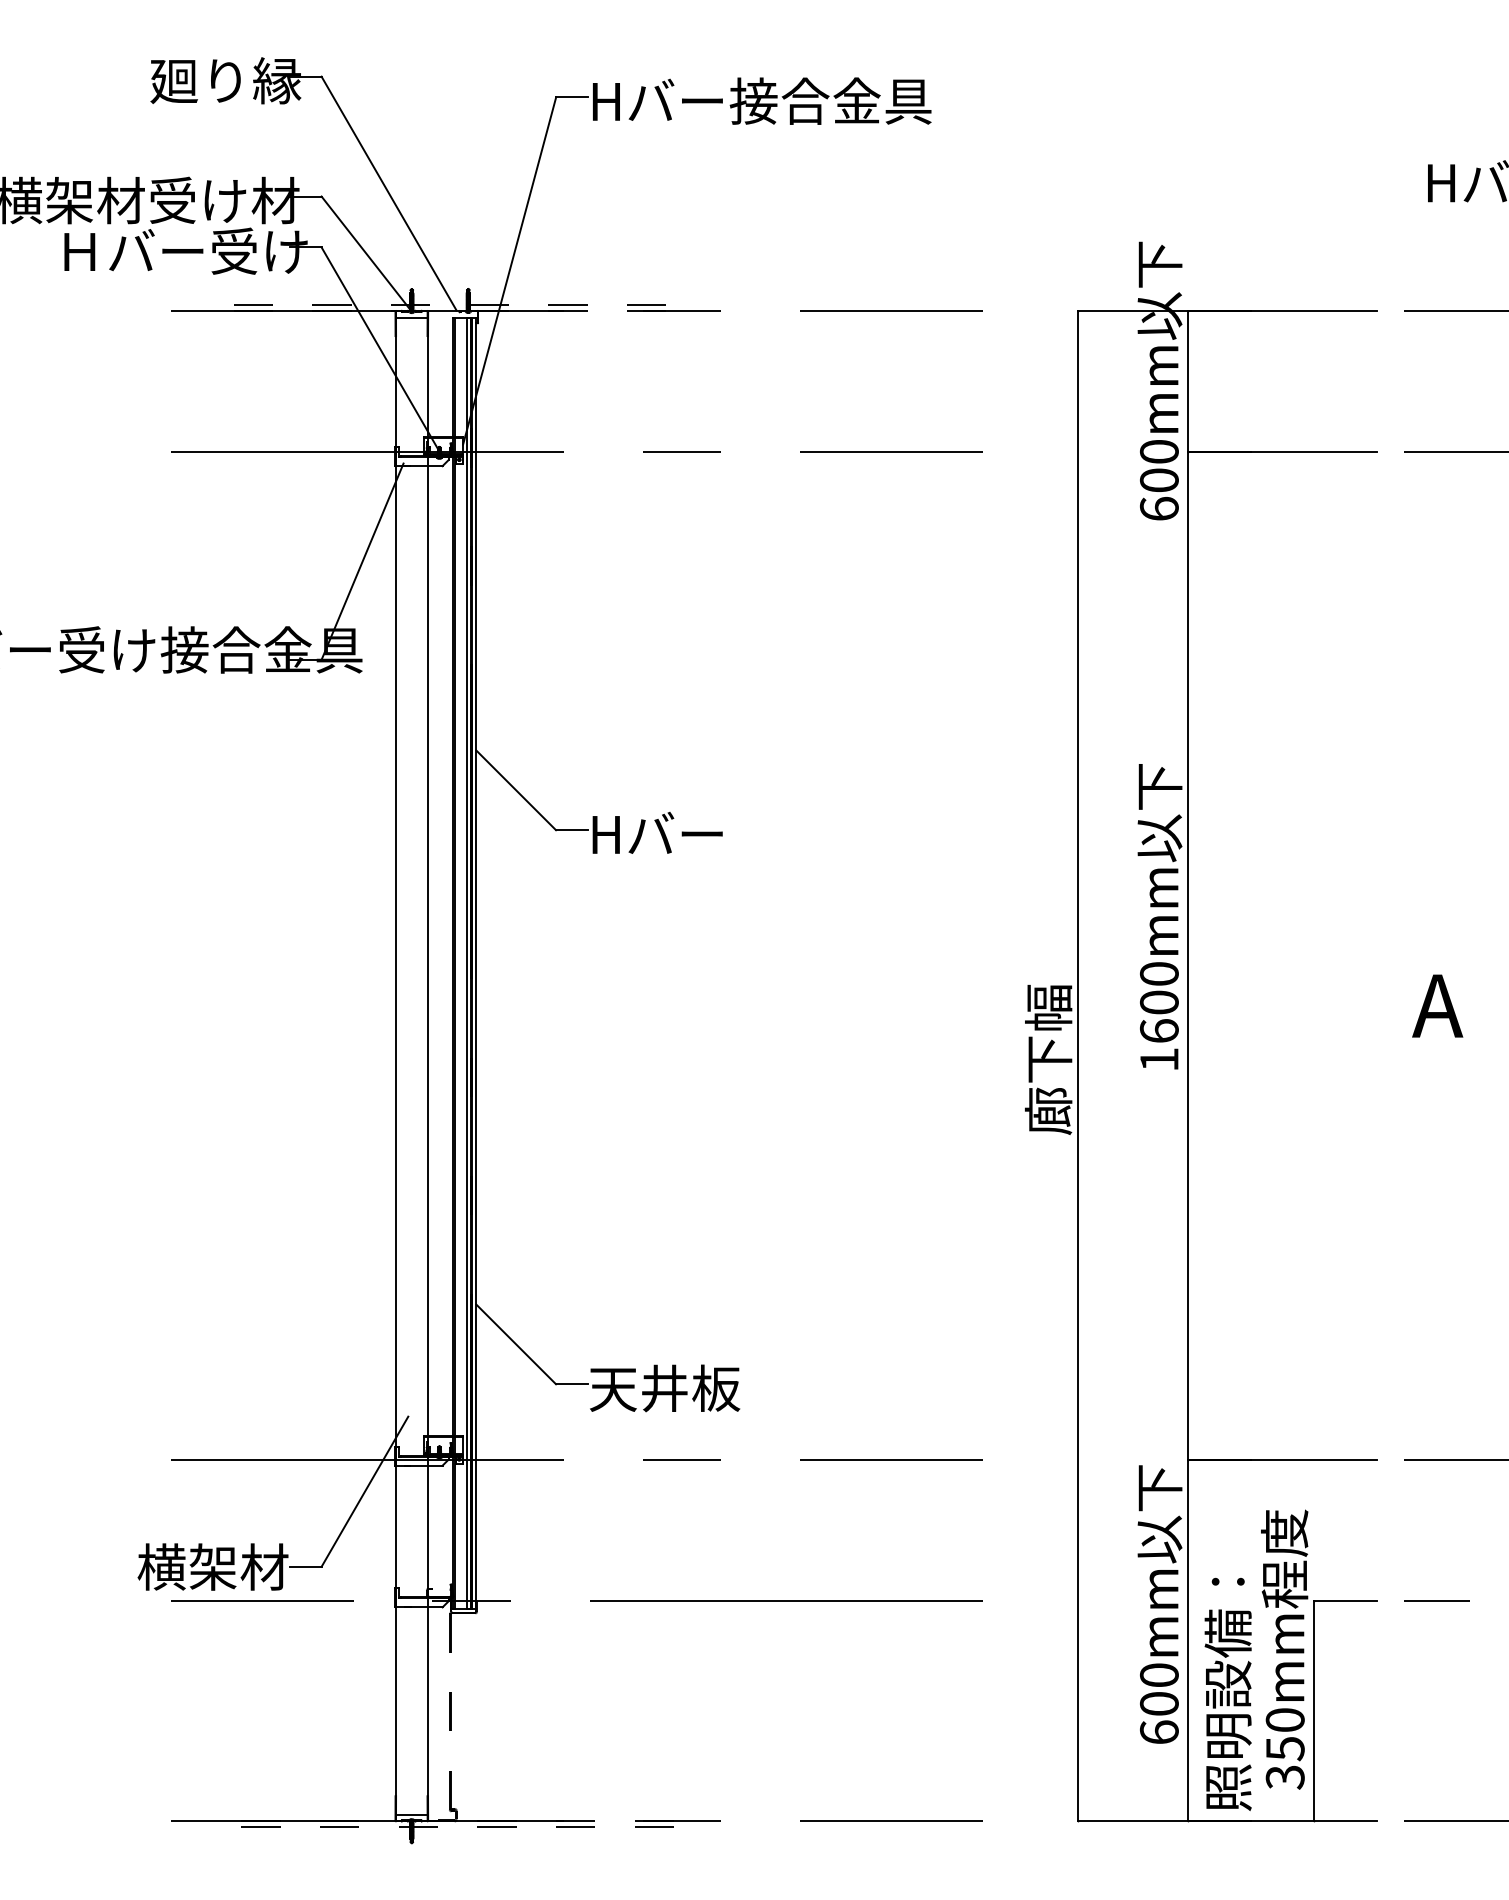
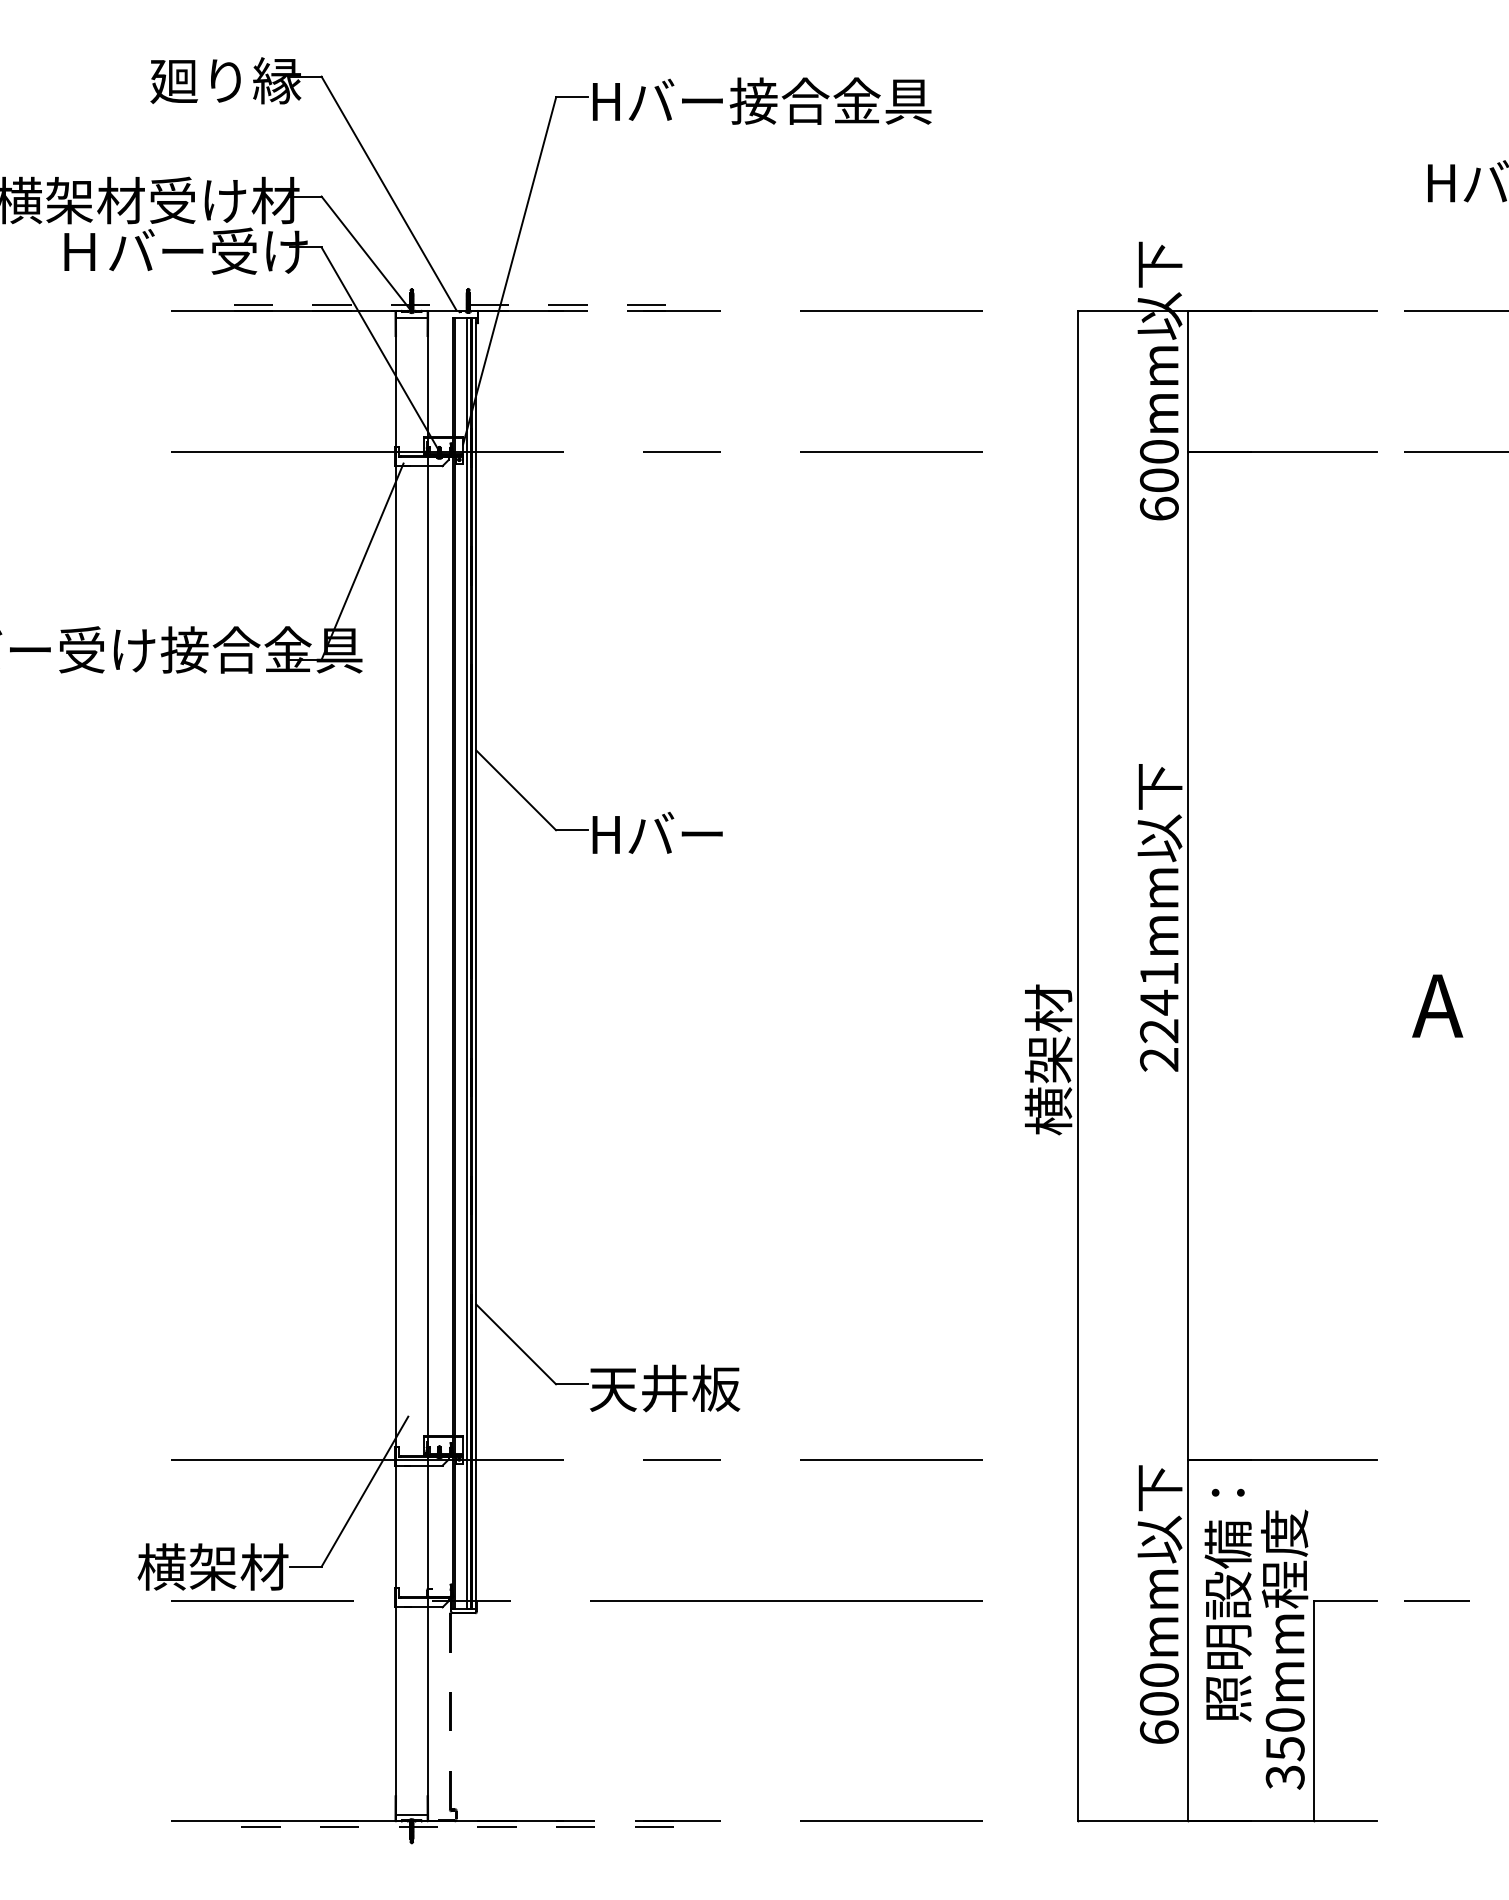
text at (1158, 1016): 1600mm -> 2241mm
text at (1048, 1059): 廊下幅 -> 横架材
line at (1454, 1459): present -> none
text at (1227, 1693) position: (1227, 1693) -> (1227, 1604)
line at (1454, 1821): present -> none
